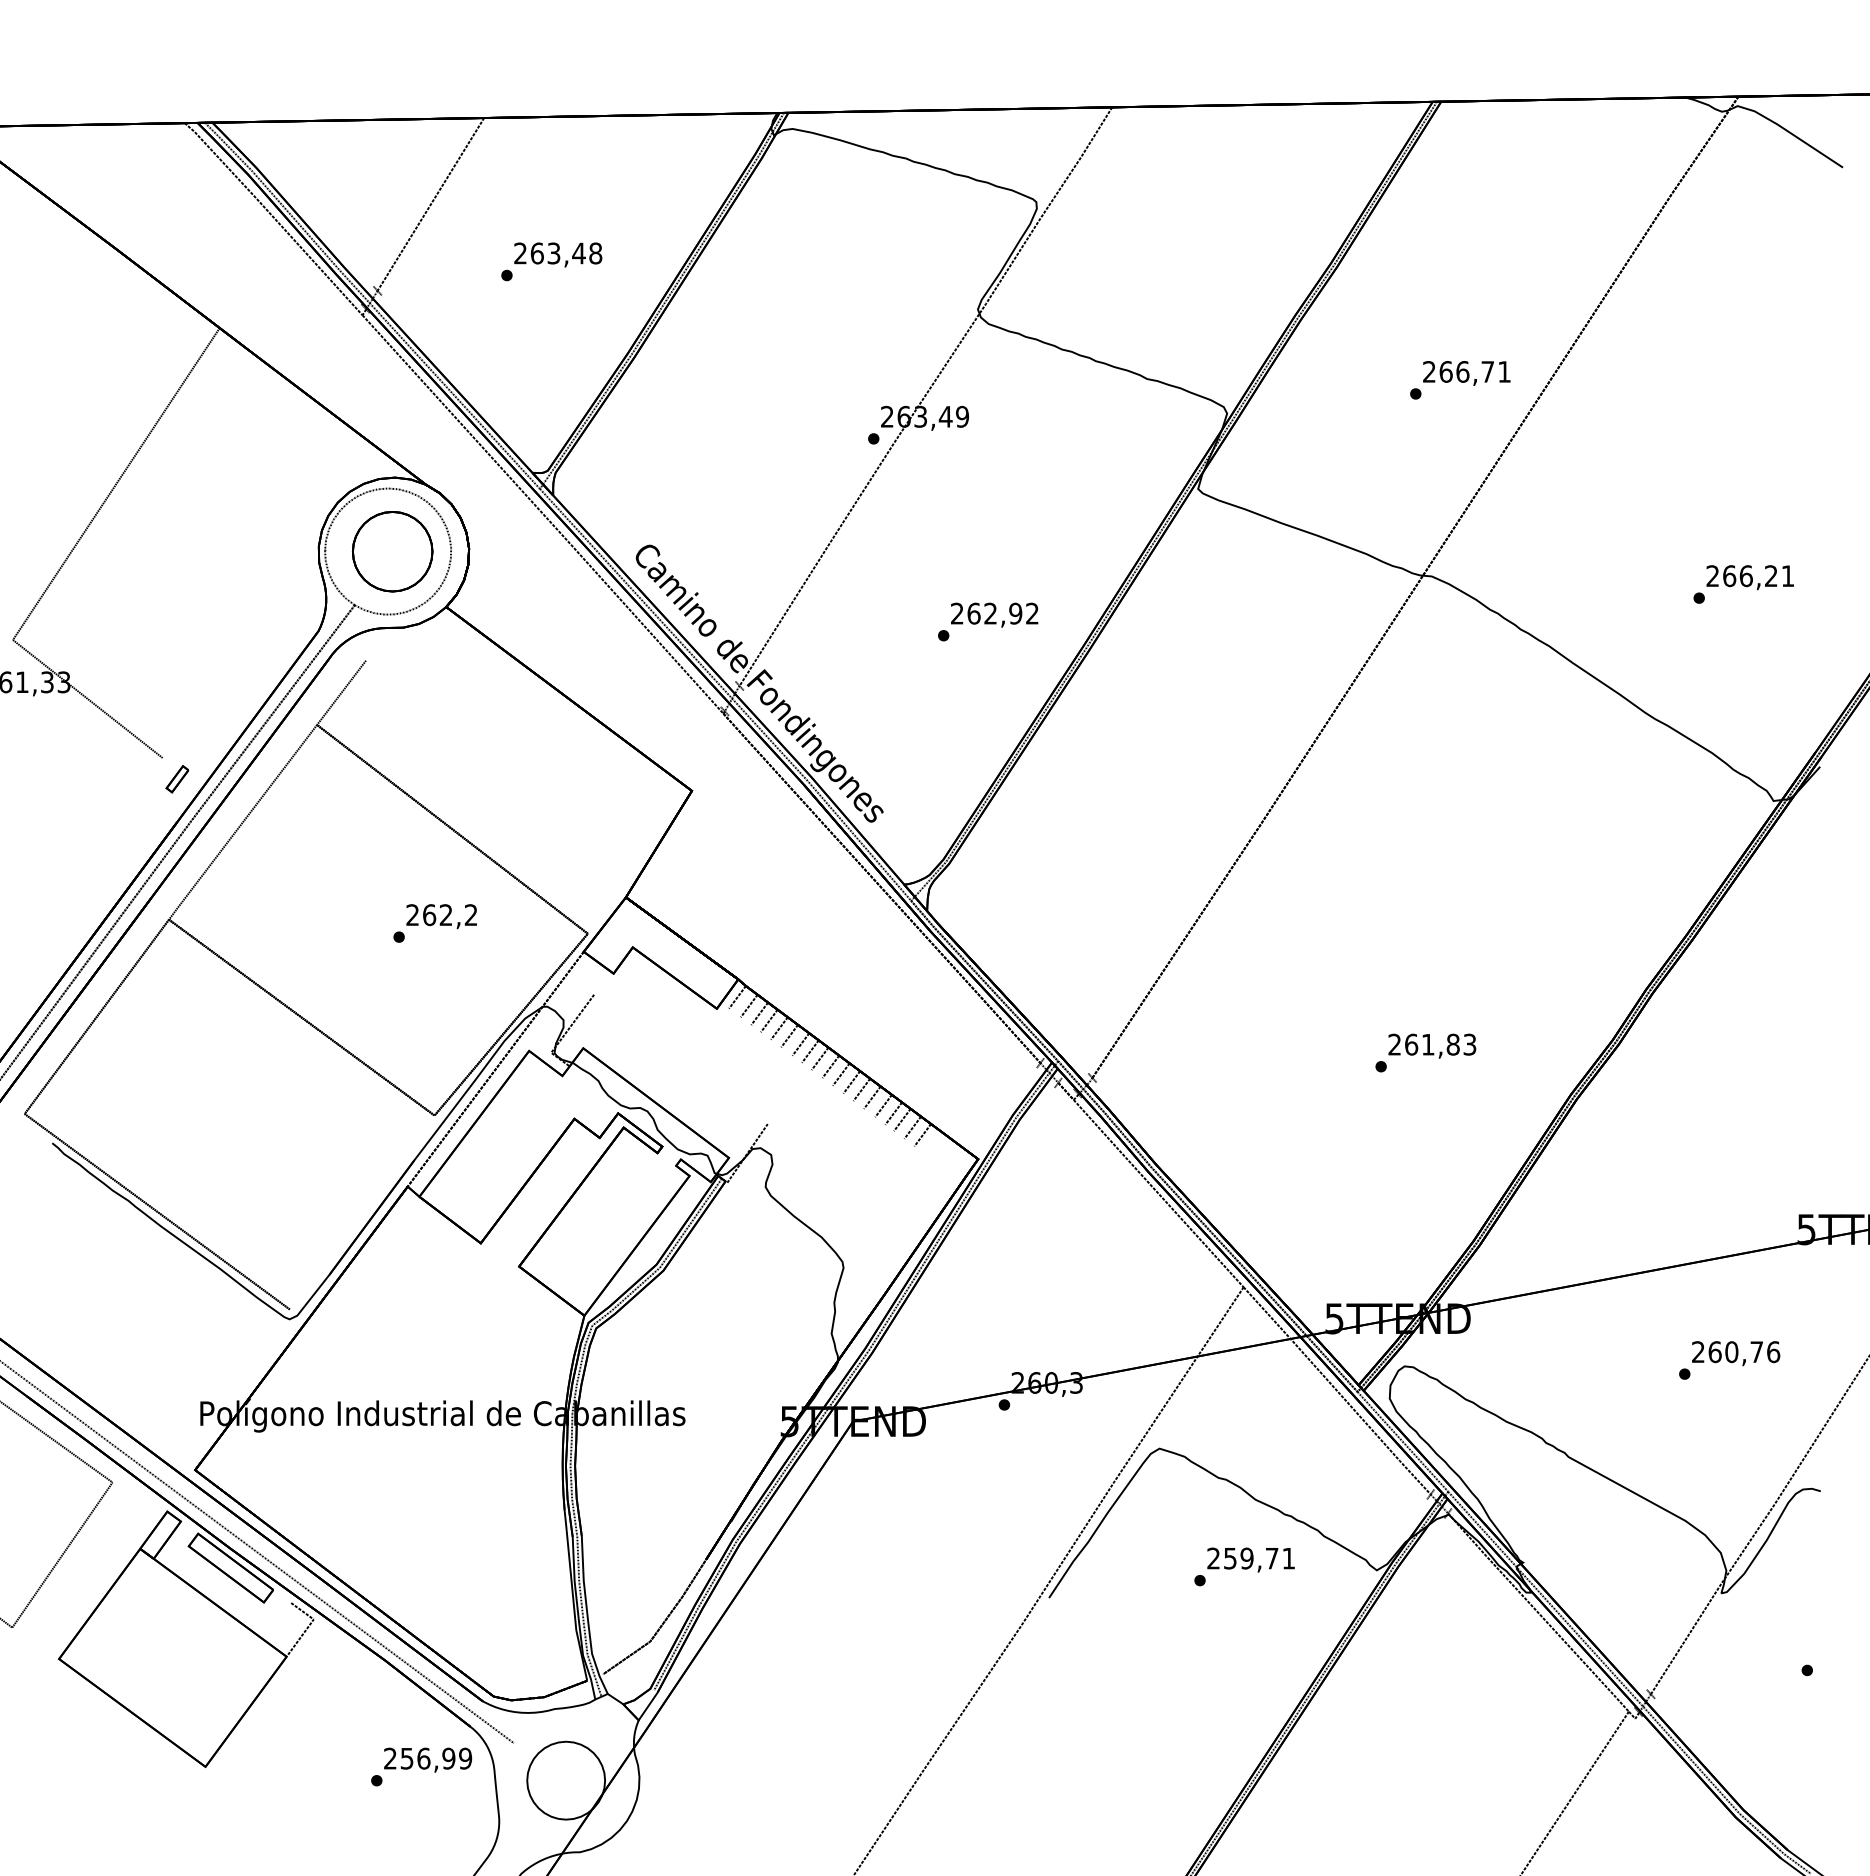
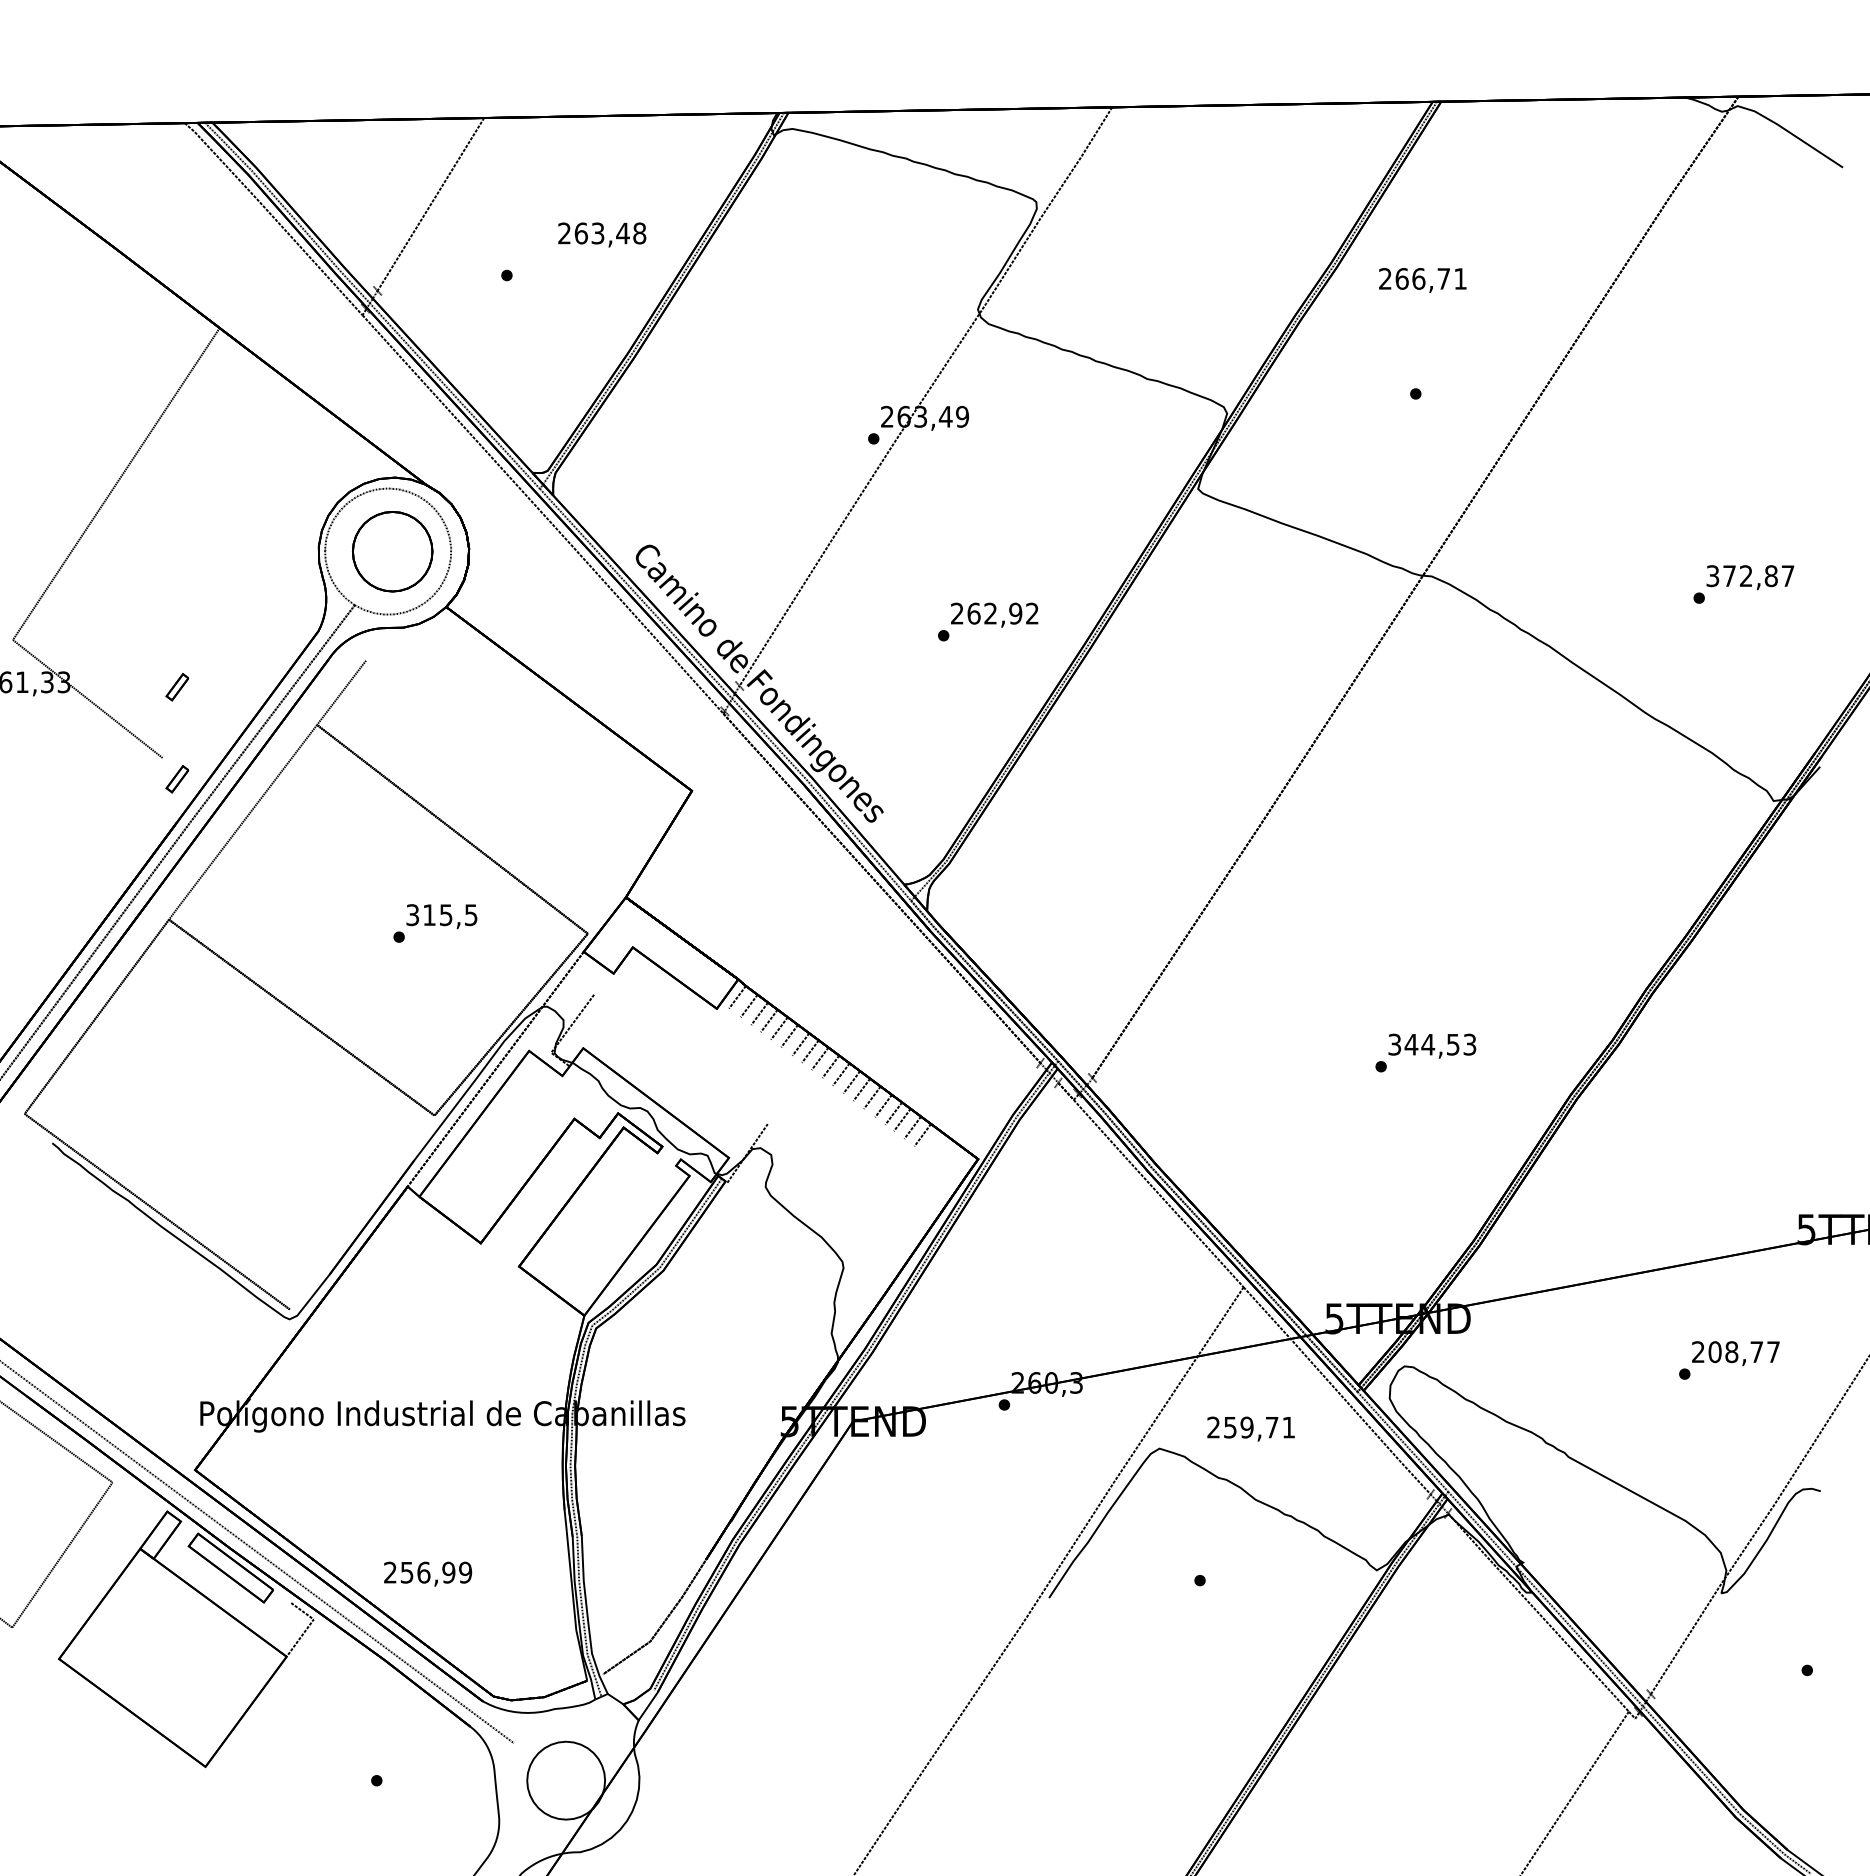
text at (558, 254) position: (558, 254) -> (602, 234)
text at (1466, 373) position: (1466, 373) -> (1422, 280)
text at (1750, 576): 266,21 -> 372,87
part at (177, 687): none -> present
text at (441, 915): 262,2 -> 315,5
text at (1423, 1044): 261,83 -> 344,53
text at (1744, 1352): 260,76 -> 208,77
text at (1250, 1559) position: (1250, 1559) -> (1250, 1428)
text at (428, 1759) position: (428, 1759) -> (428, 1573)
